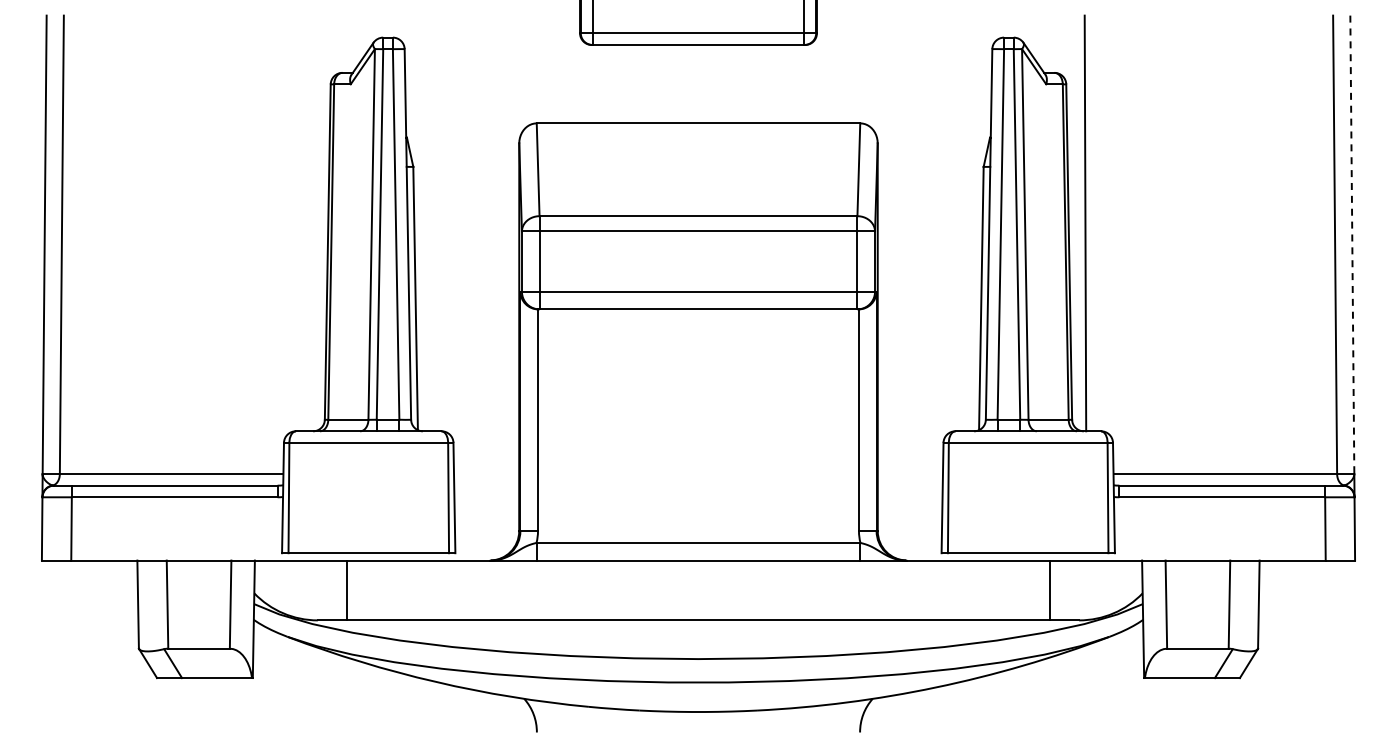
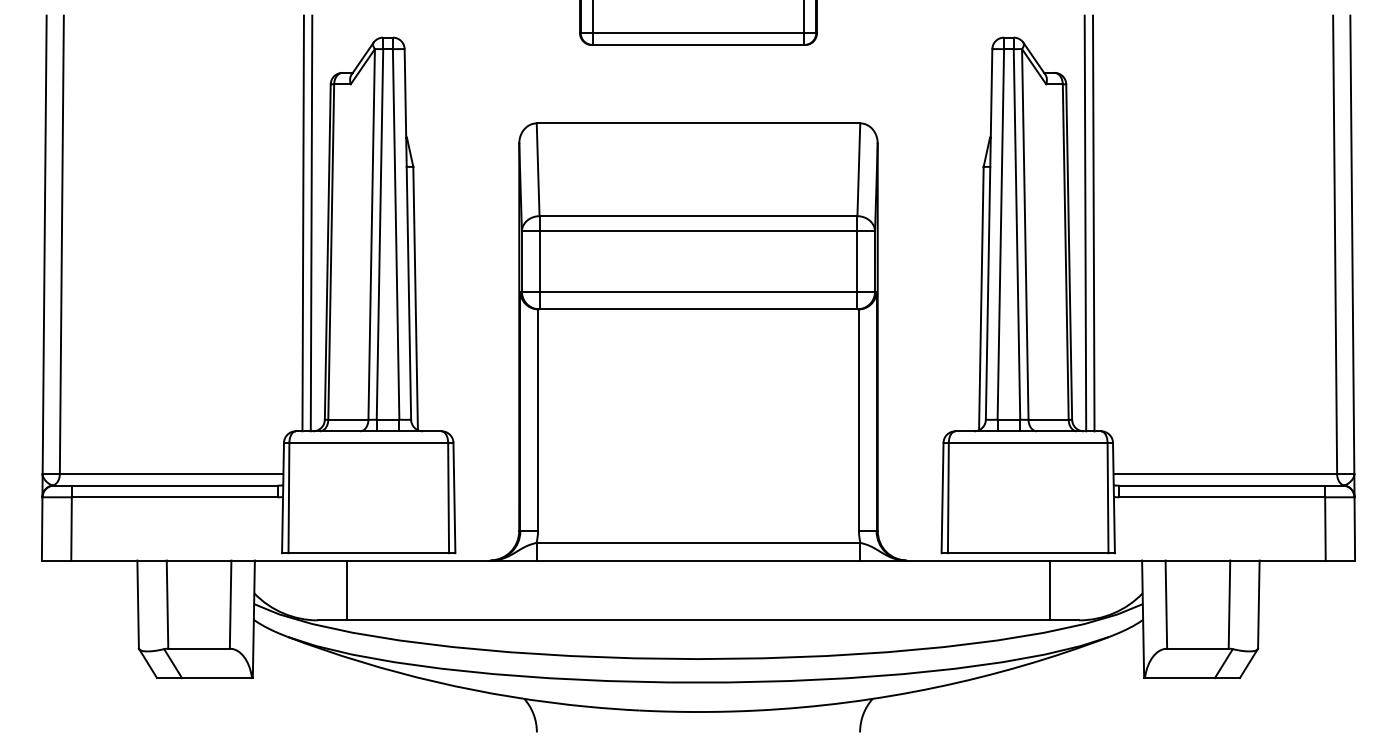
line at (302, 223): none -> present
line at (311, 223): none -> present
line at (1093, 223): none -> present
line at (1352, 245): dashed -> solid
